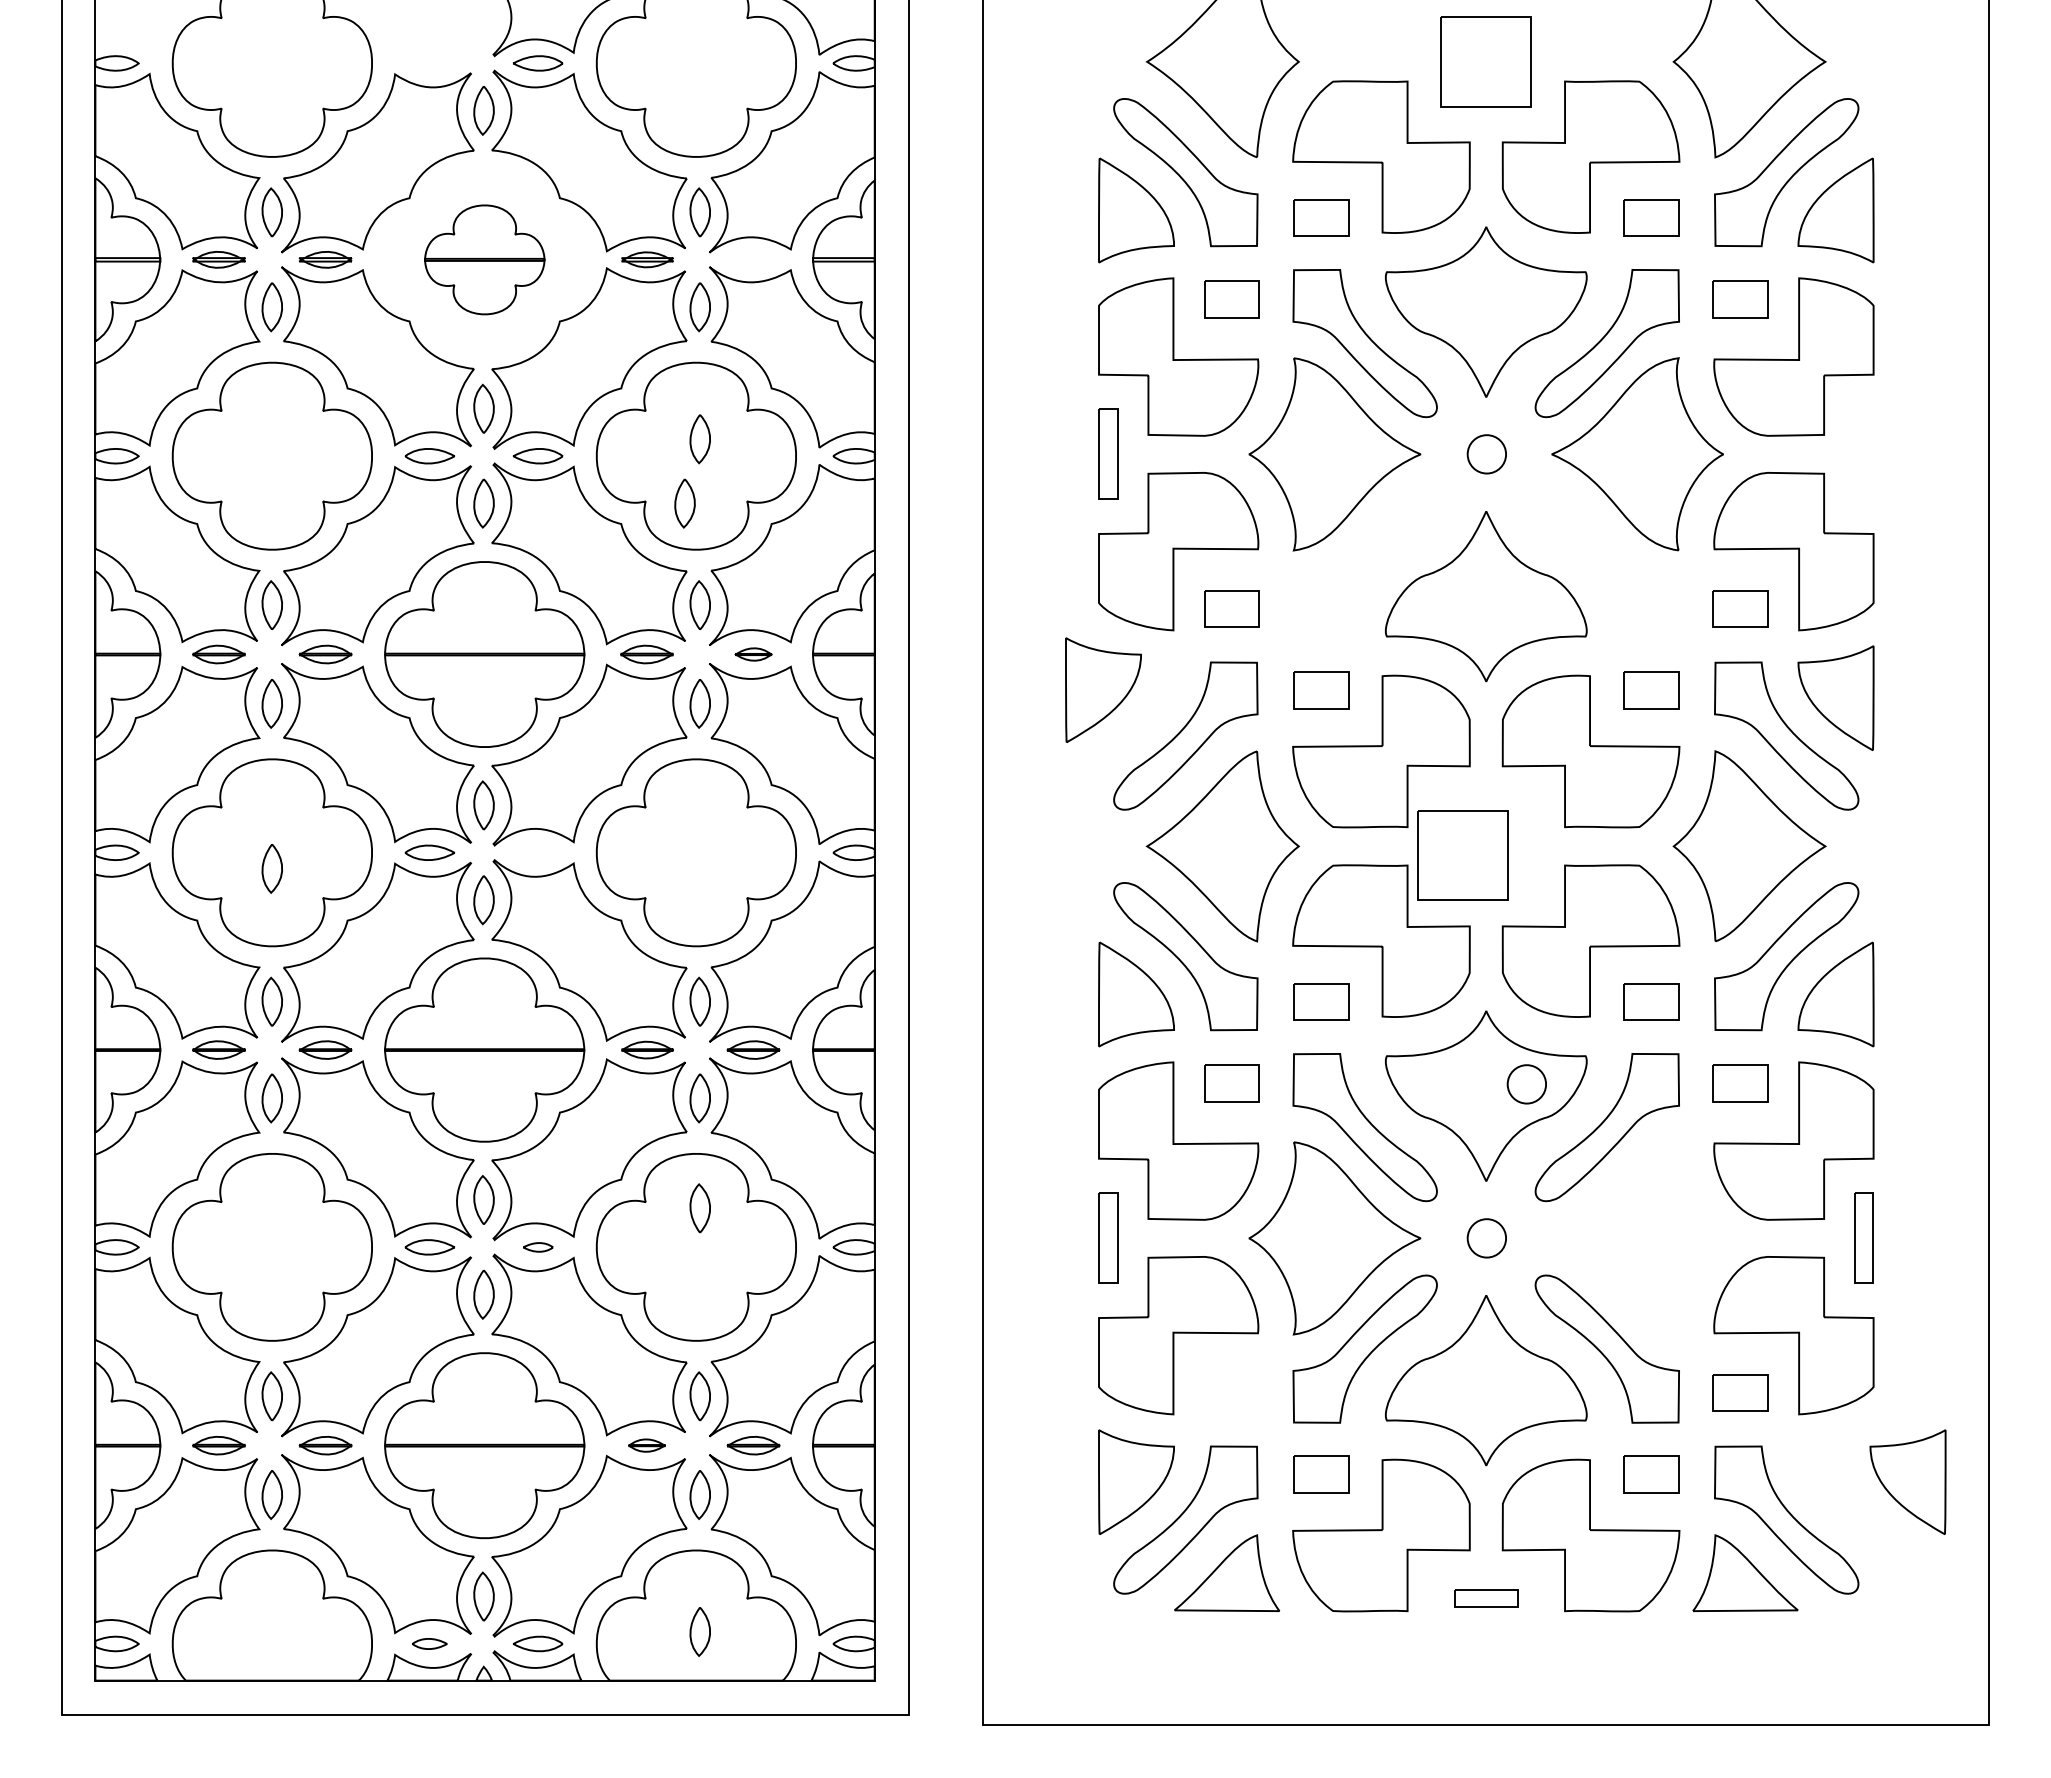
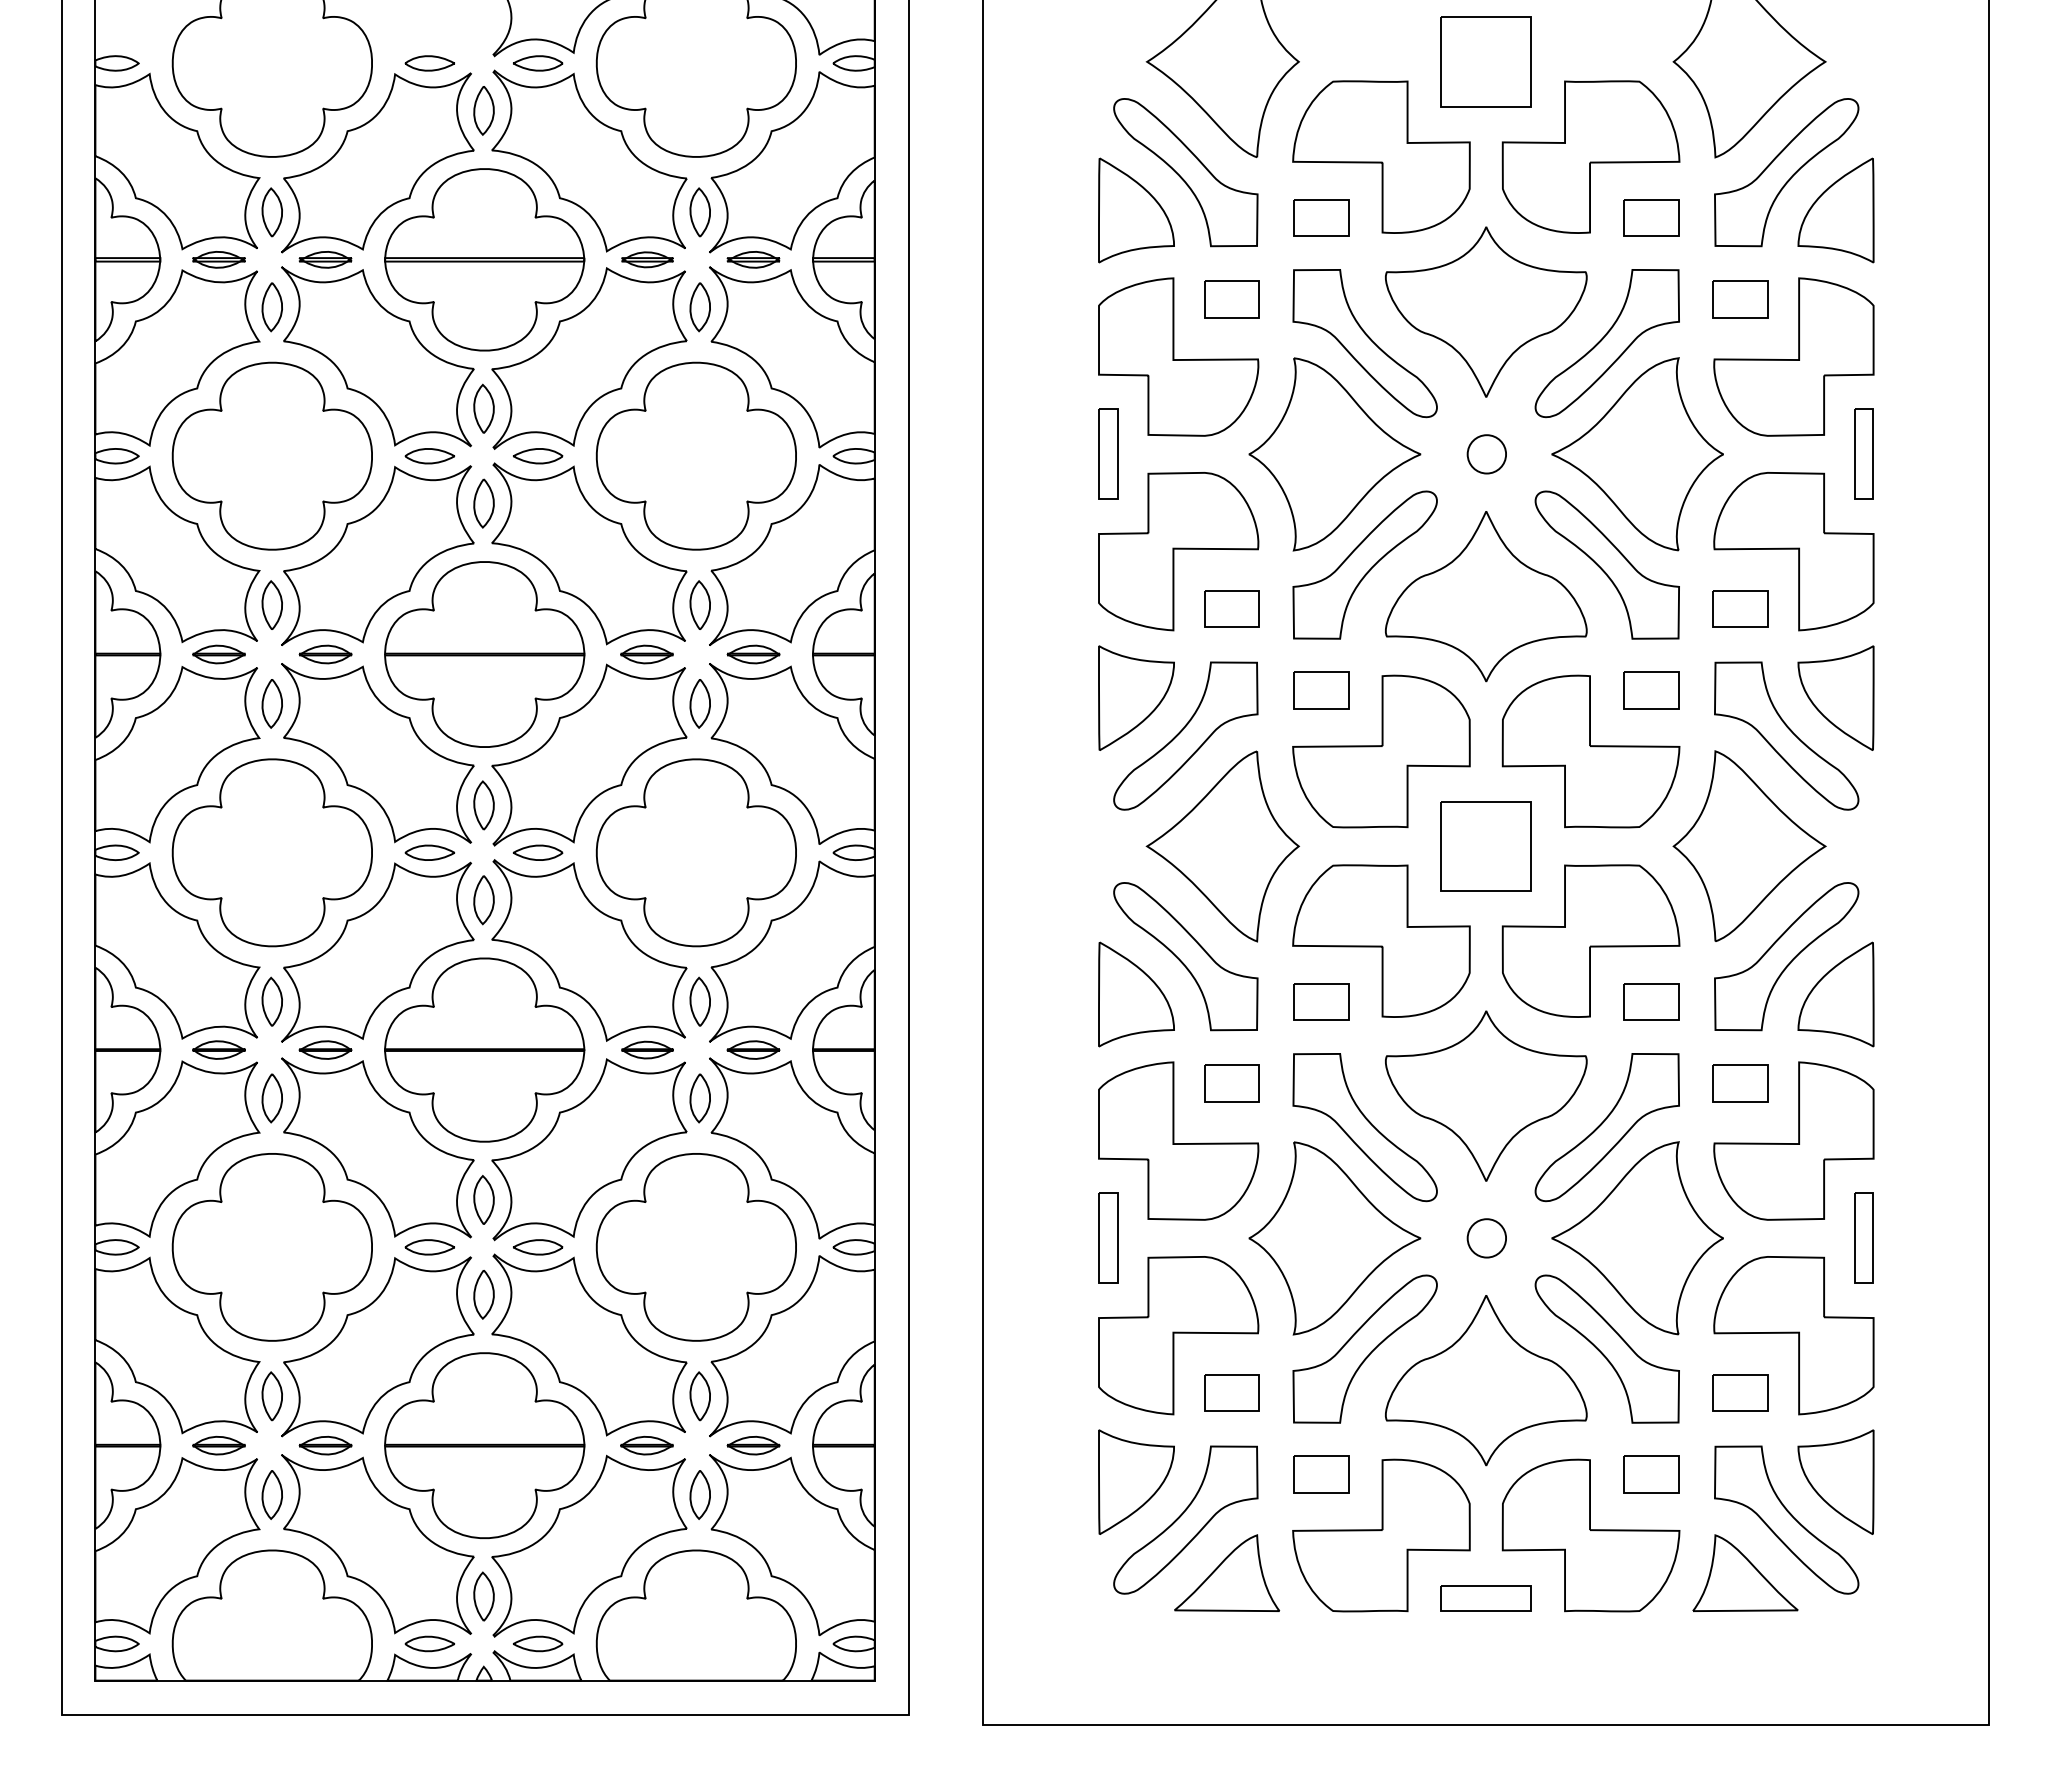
part at (429, 63): none -> present
part at (484, 259) size: 122x112 px -> 202x184 px
part at (753, 259): none -> present
part at (699, 439): present -> none
part at (1863, 453): none -> present
part at (684, 503): present -> none
part at (1364, 564): none -> present
part at (1606, 564): none -> present
part at (753, 654) size: 39x15 px -> 55x21 px
part at (1103, 689) position: (1103, 689) -> (1136, 697)
part at (538, 852): none -> present
part at (1462, 855) position: (1462, 855) -> (1485, 846)
part at (271, 868): present -> none
part at (1526, 1084): present -> none
part at (699, 1208): present -> none
part at (1637, 1238): none -> present
part at (538, 1247) size: 31x11 px -> 51x17 px
part at (1231, 1392): none -> present
part at (646, 1445) size: 38x15 px -> 54x21 px
part at (1907, 1481) position: (1907, 1481) -> (1835, 1481)
part at (1486, 1598) size: 65x19 px -> 92x27 px
part at (699, 1631): present -> none
part at (429, 1643) size: 36x12 px -> 51x18 px
